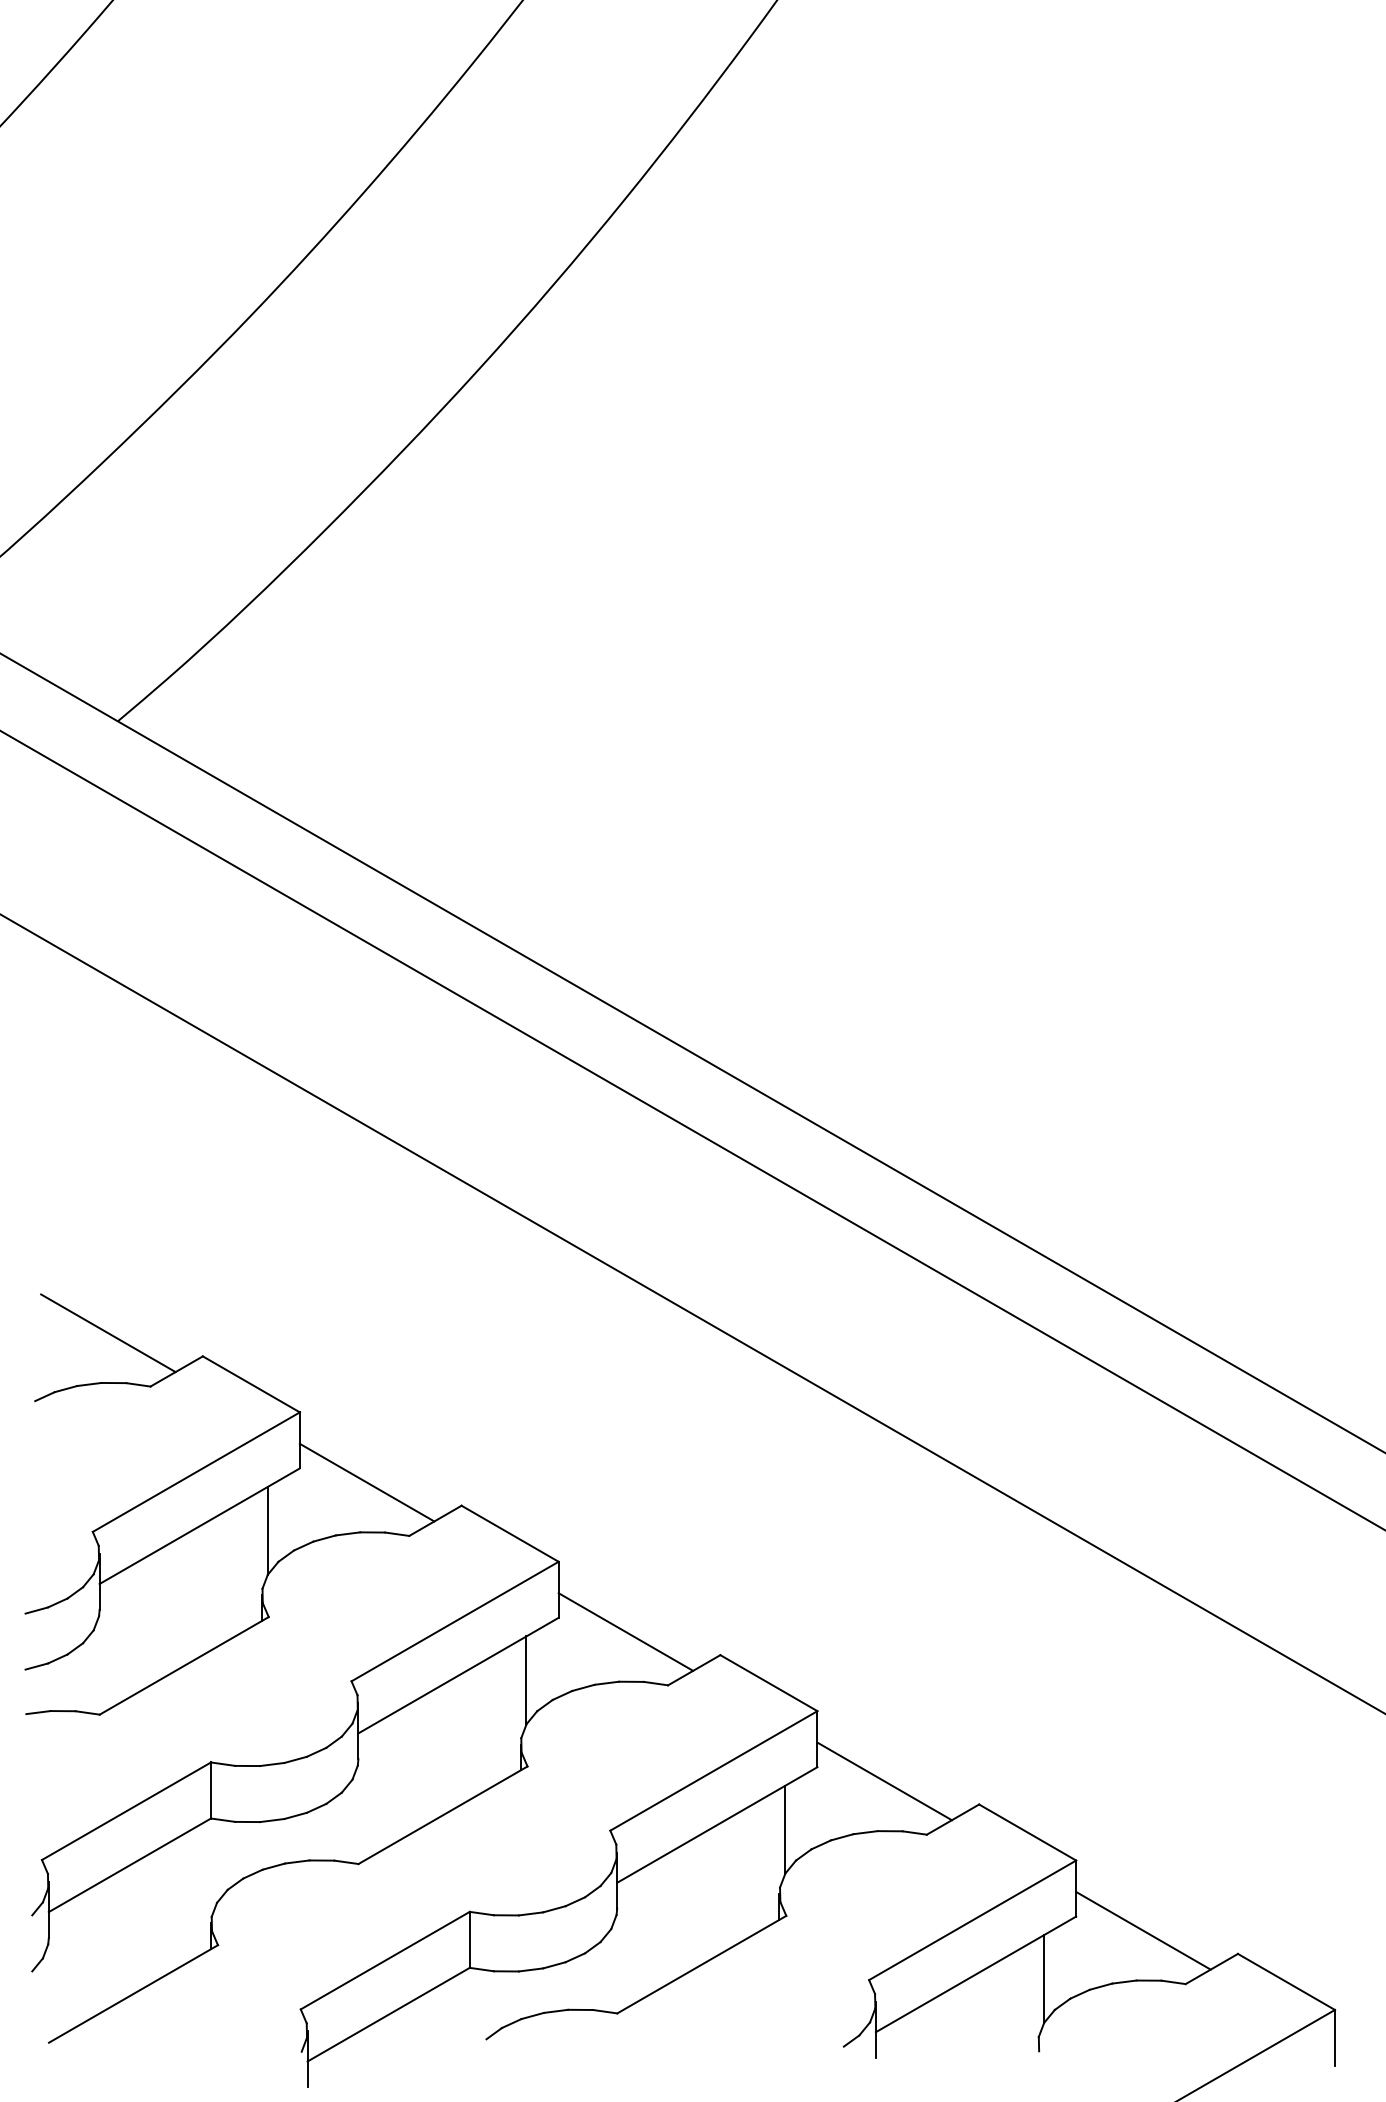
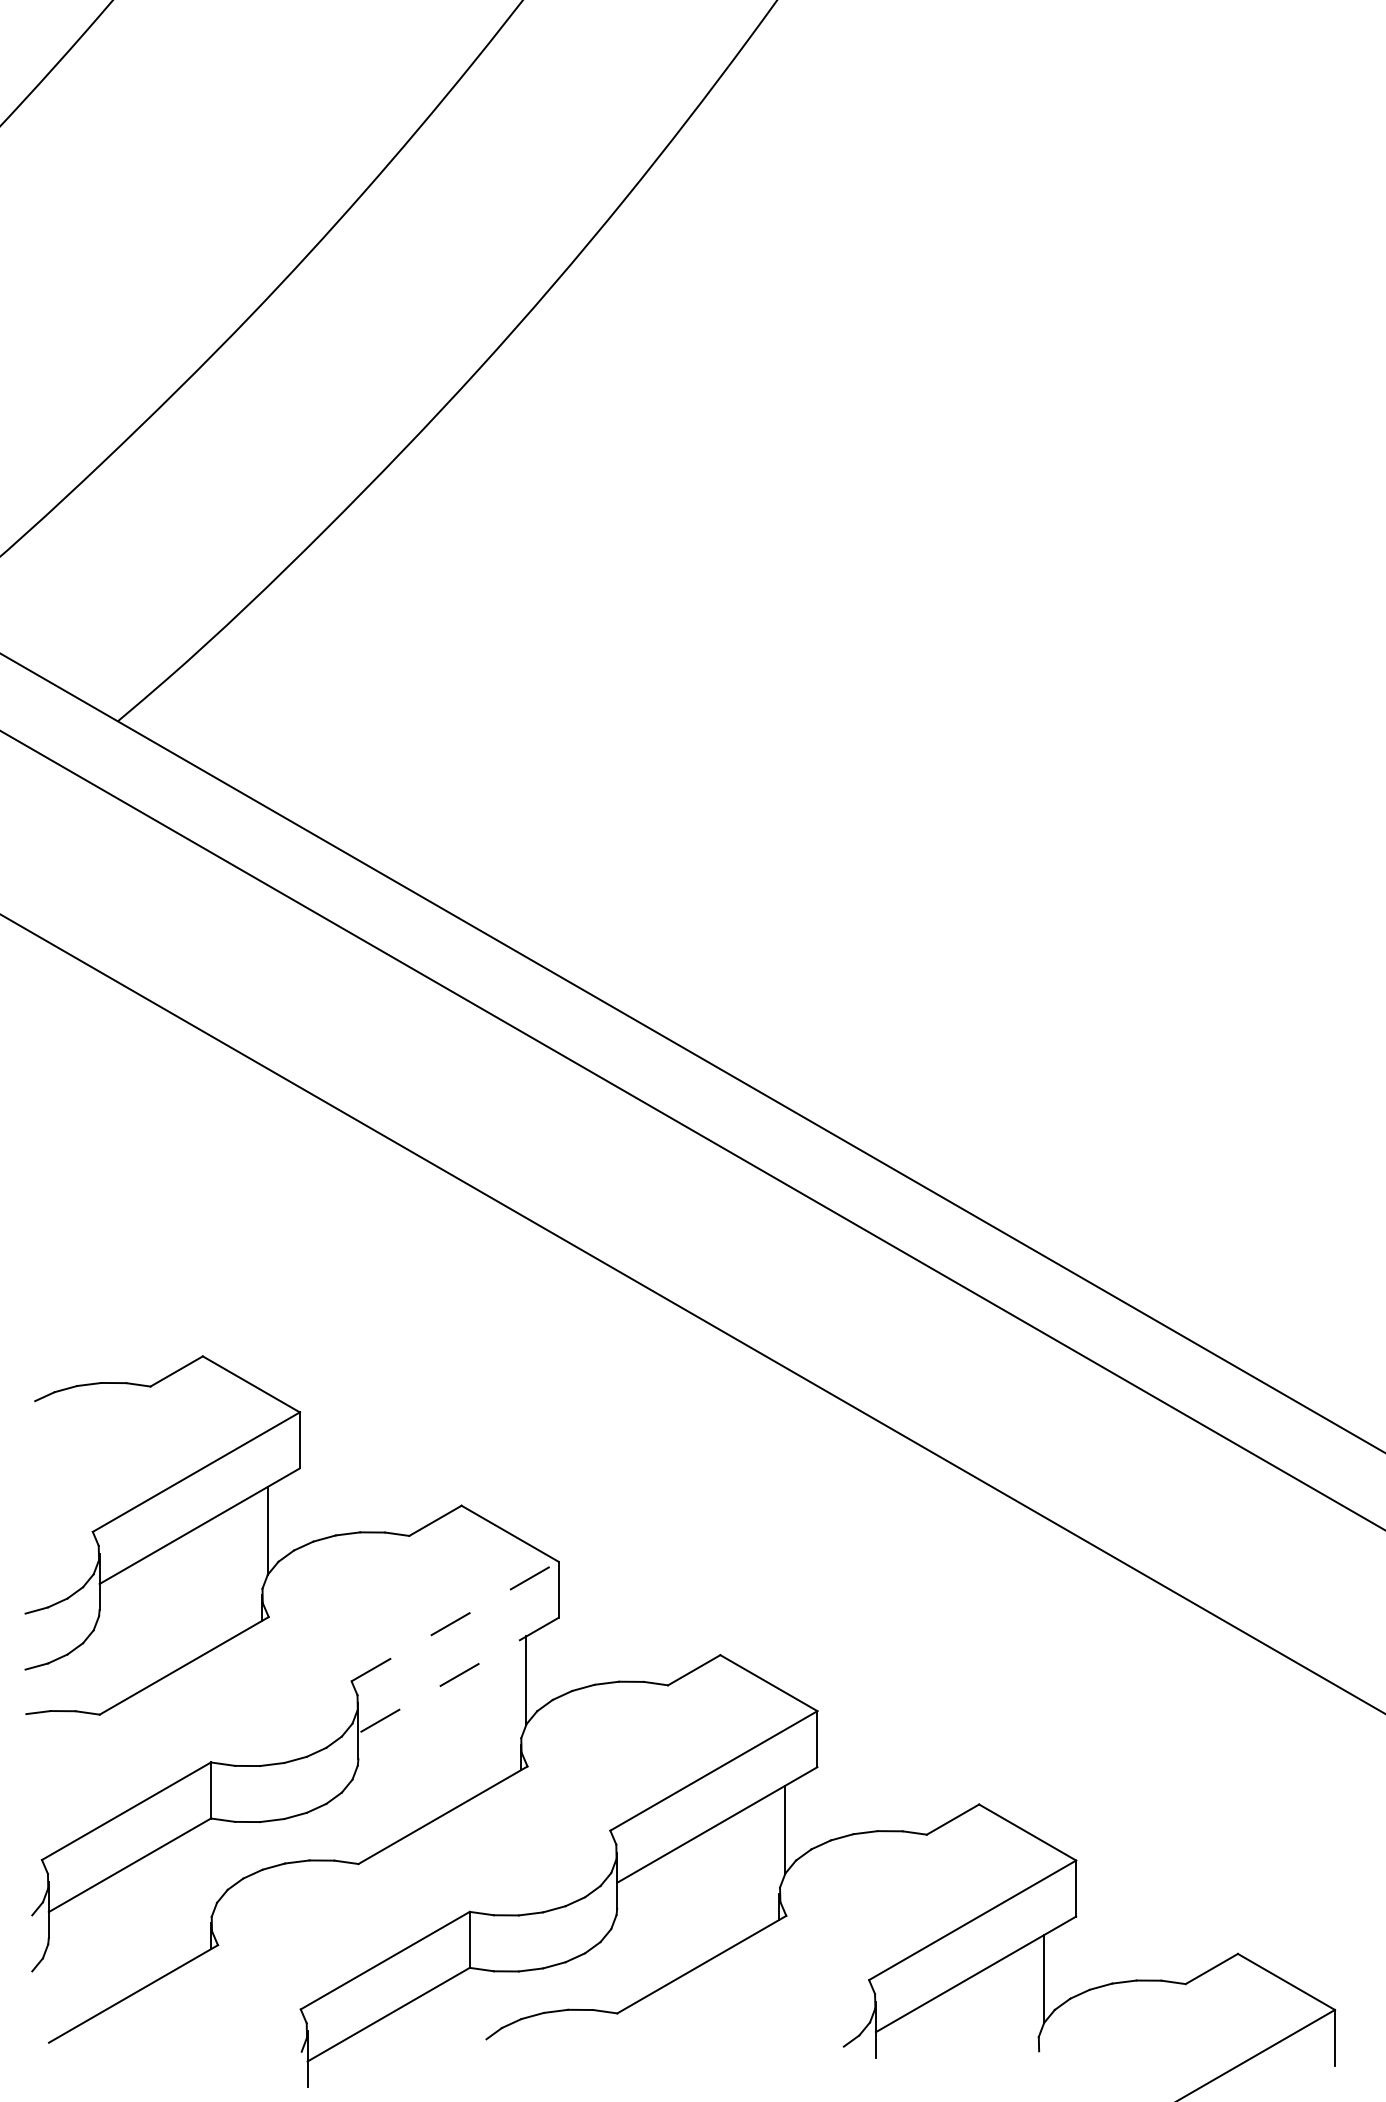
line at (108, 1333): present -> none
line at (366, 1482): present -> none
line at (455, 1621): solid -> dashed
line at (625, 1631): present -> none
line at (458, 1675): solid -> dashed
line at (884, 1781): present -> none
line at (1143, 1930): present -> none
